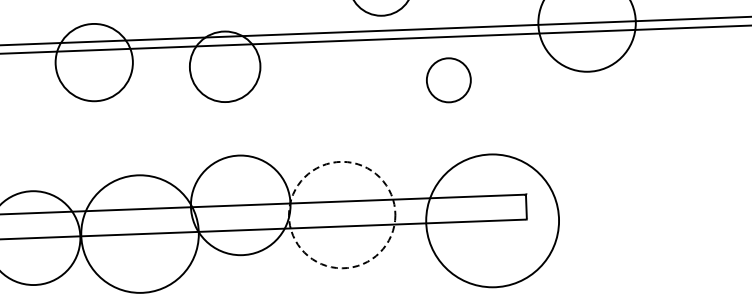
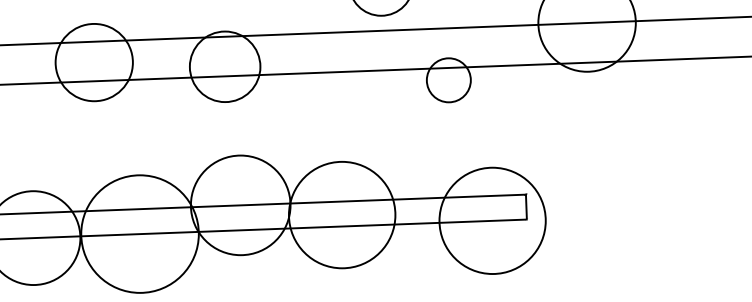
line at (375, 39) position: (375, 39) -> (375, 70)
circle at (341, 214): dashed -> solid
circle at (492, 220) diameter: 133 px -> 106 px
